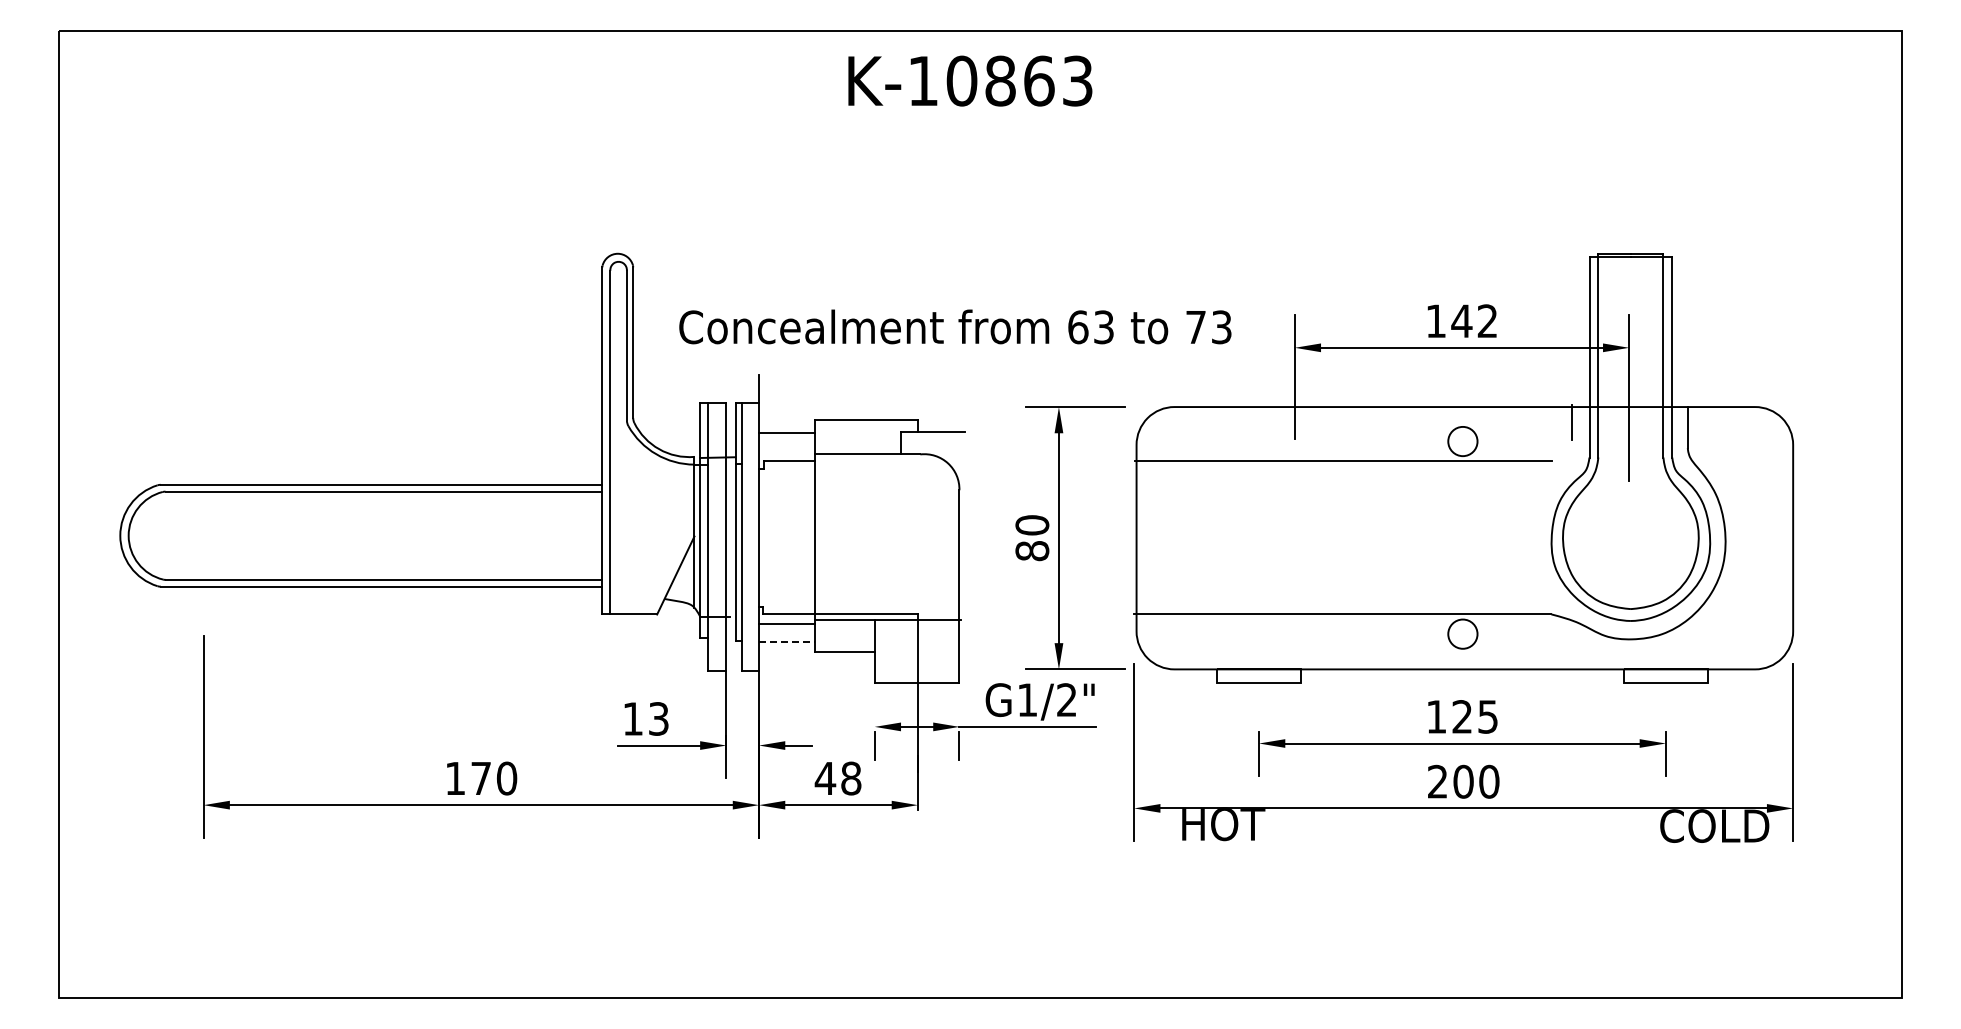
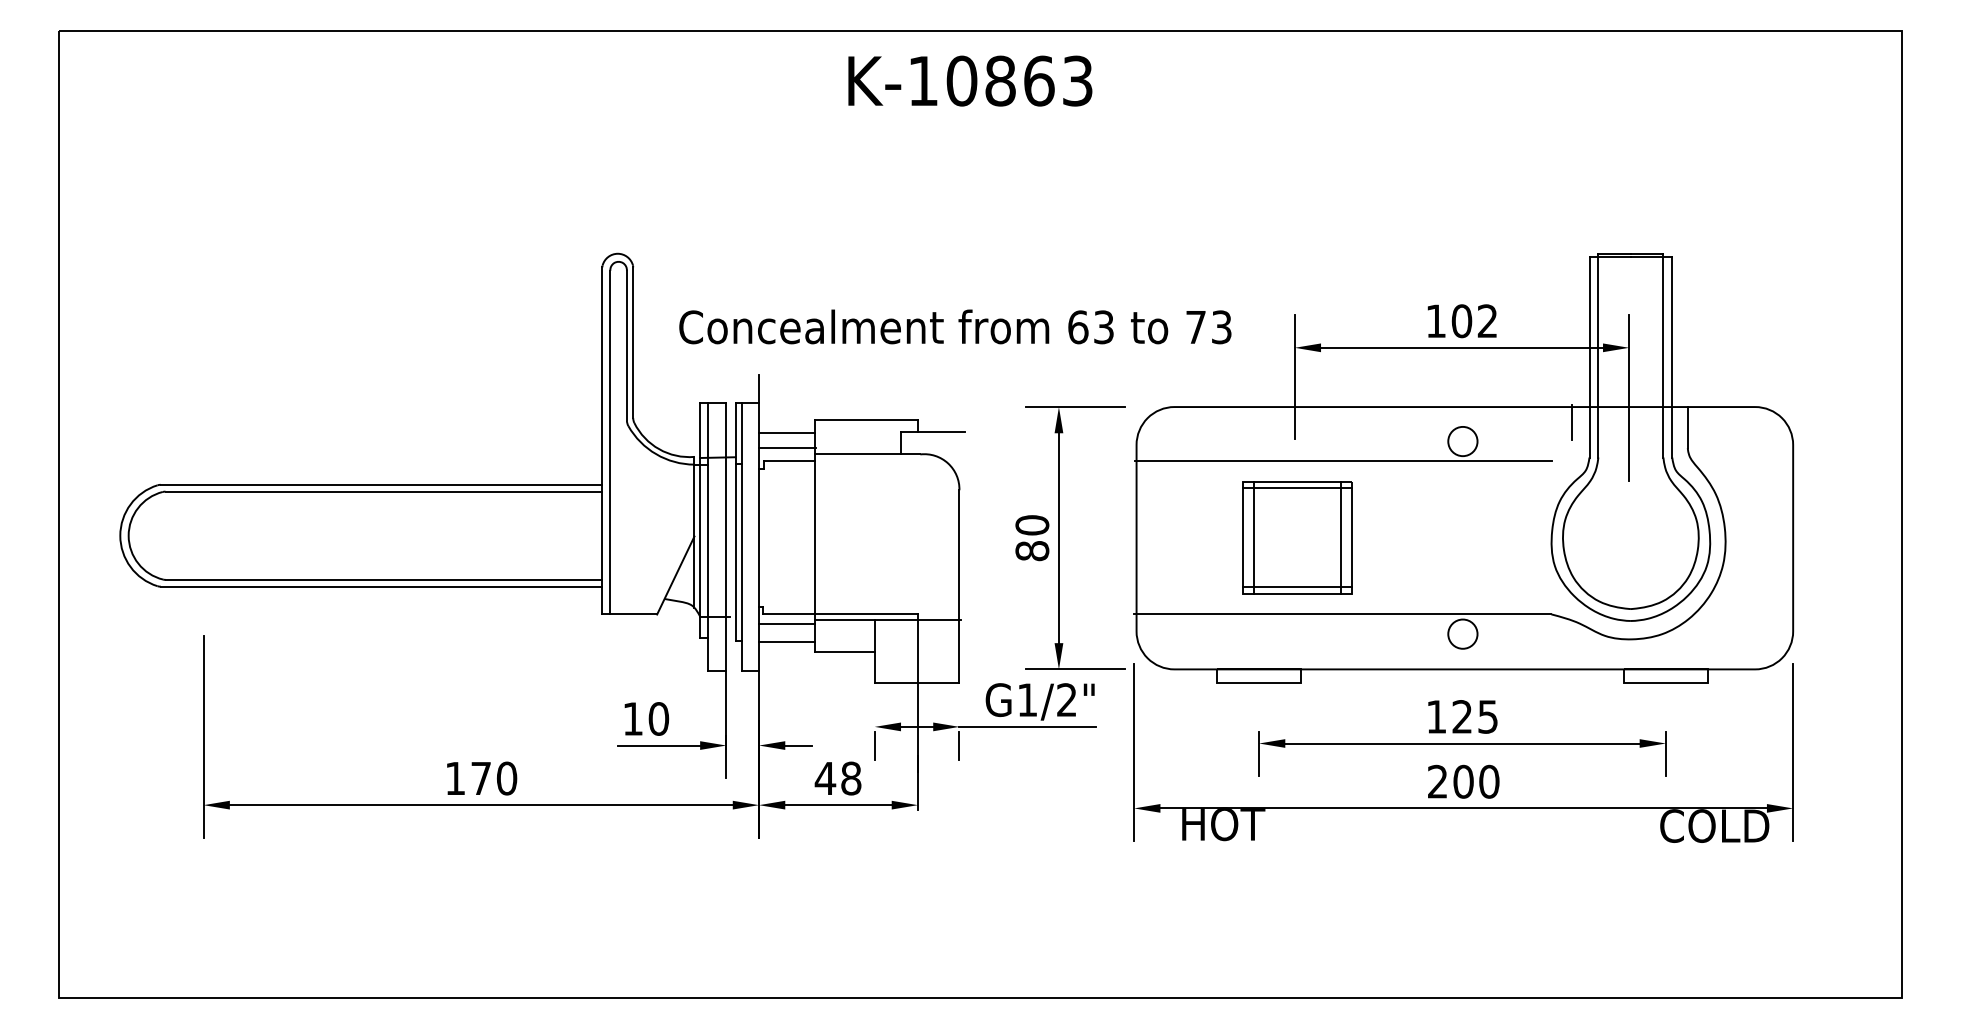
text at (1461, 321): 142 -> 102
line at (787, 447): none -> present
part at (1297, 537): none -> present
line at (786, 642): dashed -> solid
text at (658, 718): 13 -> 10
